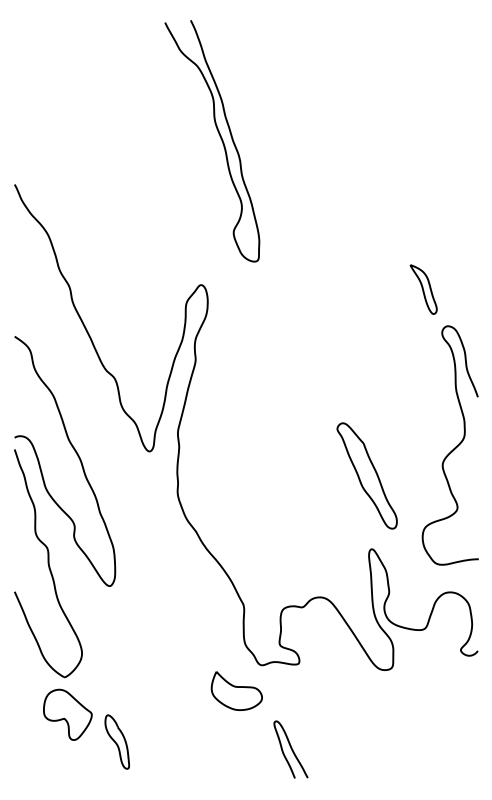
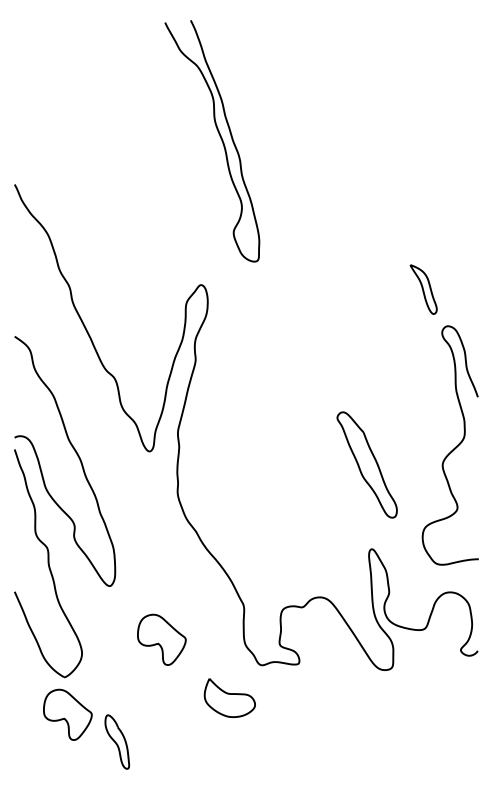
part at (366, 475) position: (366, 475) -> (366, 464)
part at (161, 639): none -> present
part at (236, 690) position: (236, 690) -> (229, 697)
curve at (290, 748): present -> none
